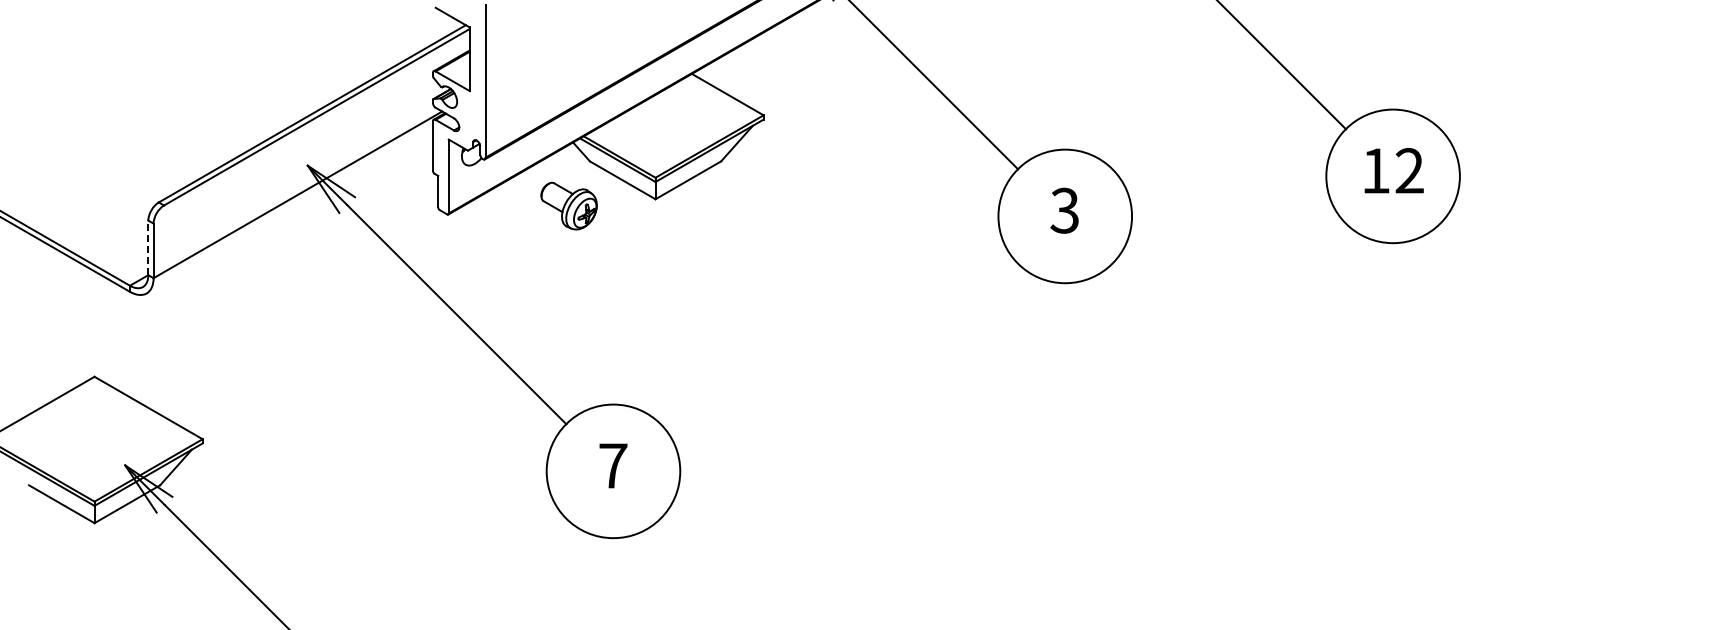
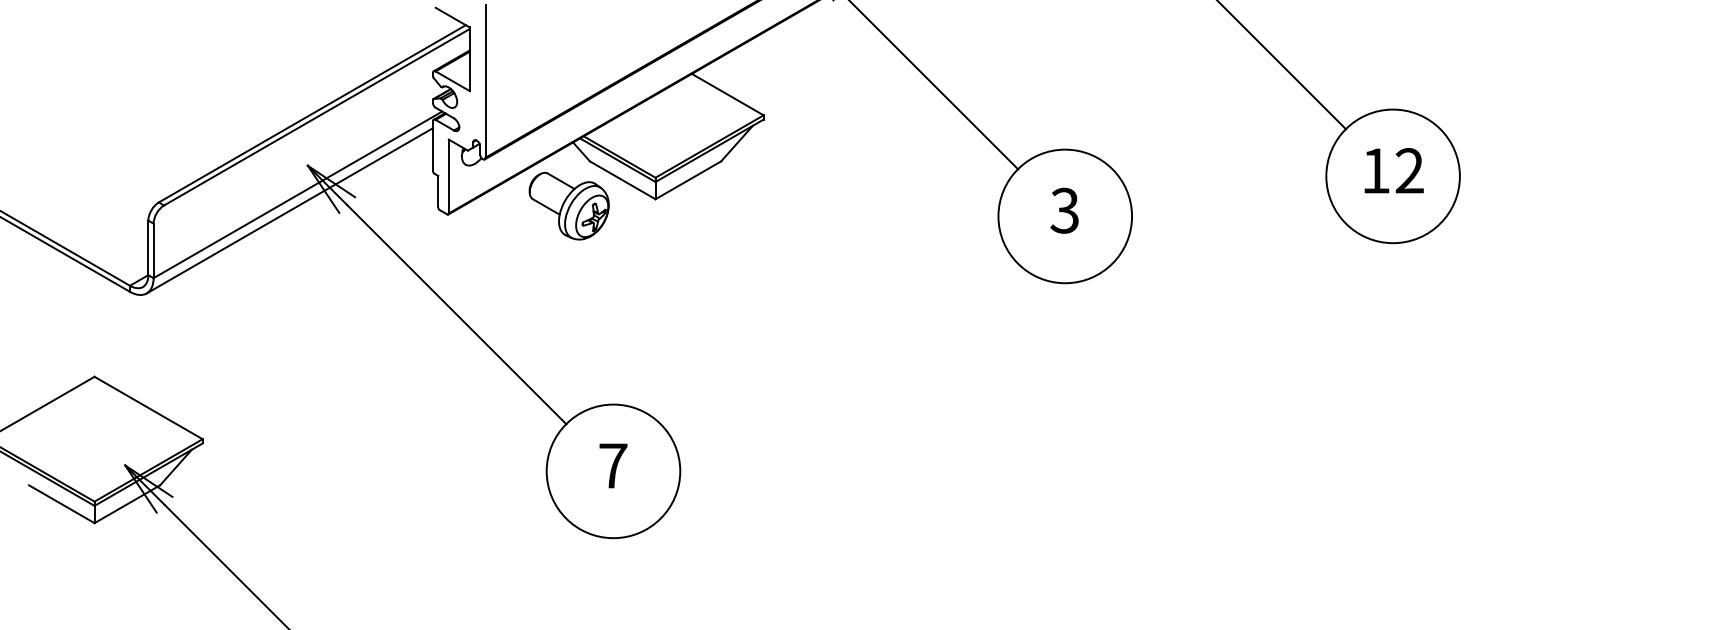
part at (568, 205) size: 58x50 px -> 82x70 px
line at (289, 210): none -> present
line at (148, 247): dashed -> solid
